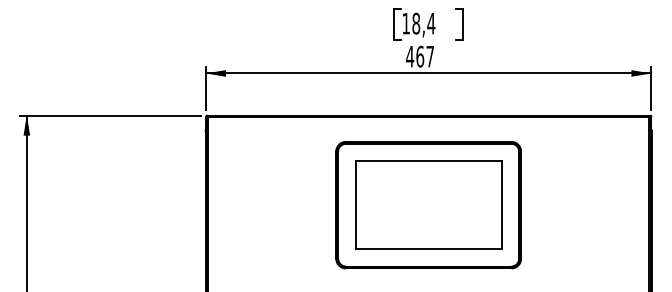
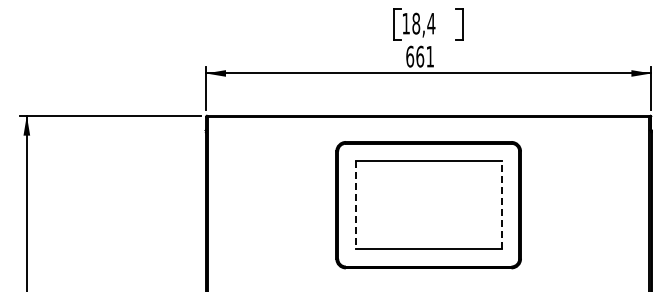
text at (419, 56): 467 -> 661
line at (501, 204): solid -> dashed
line at (355, 205): solid -> dashed
